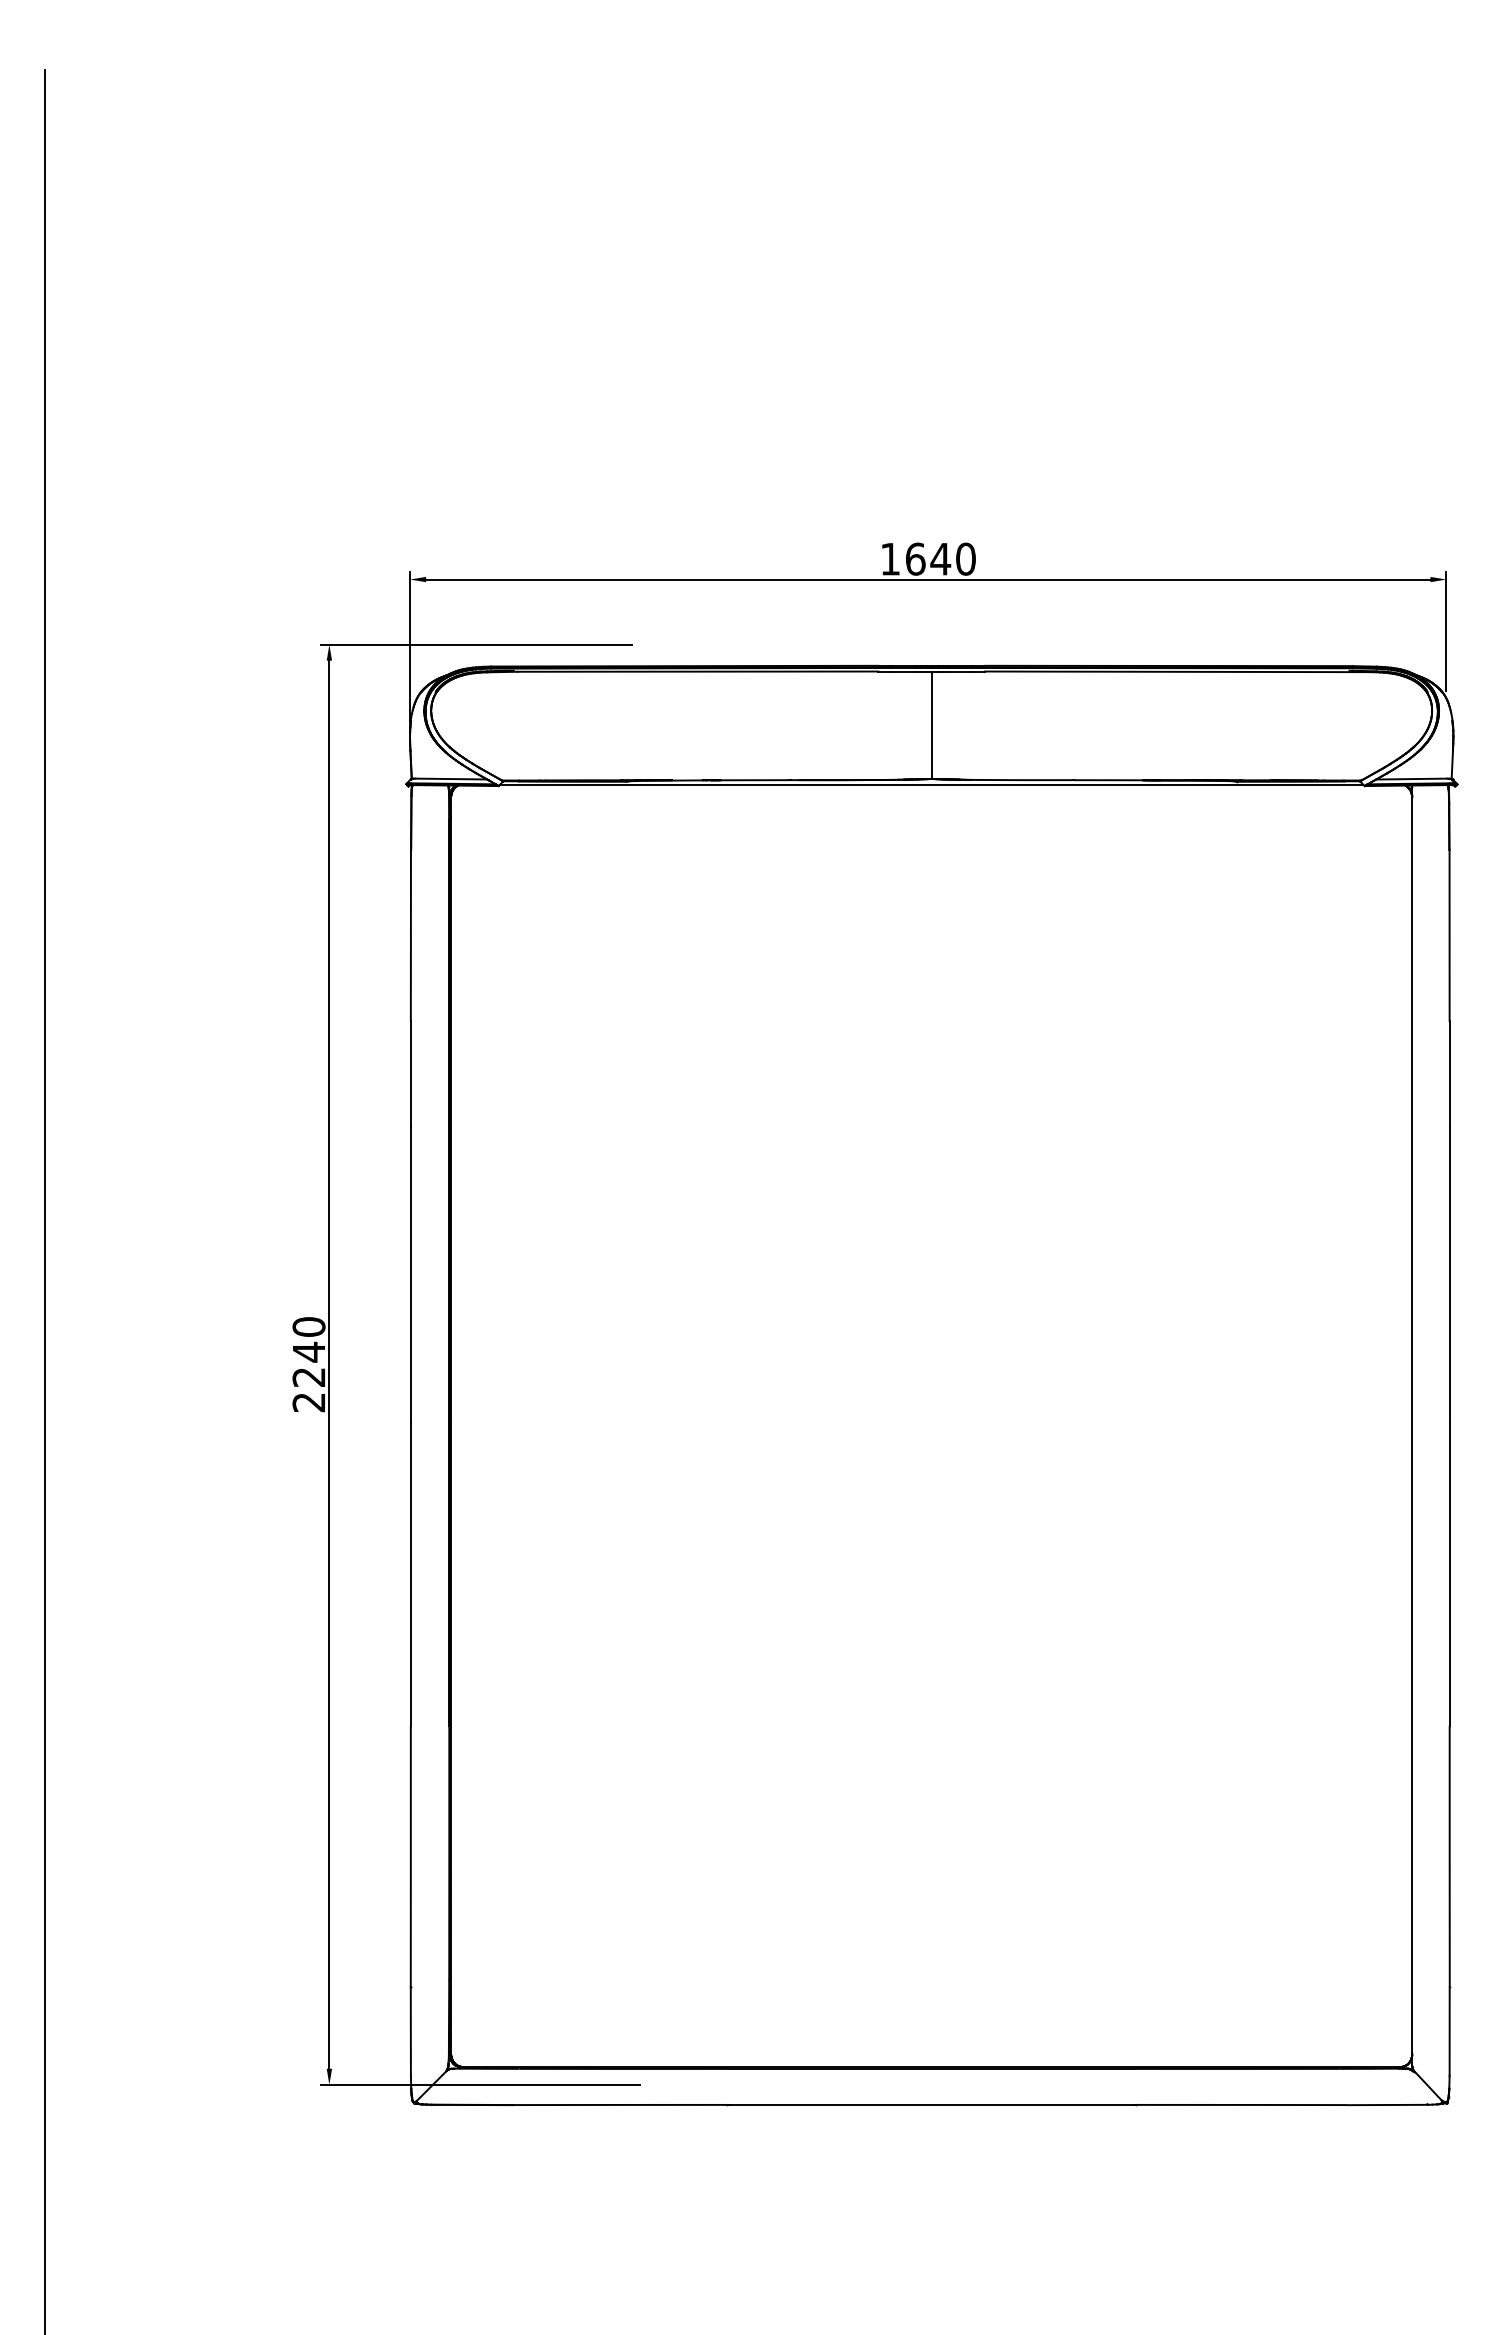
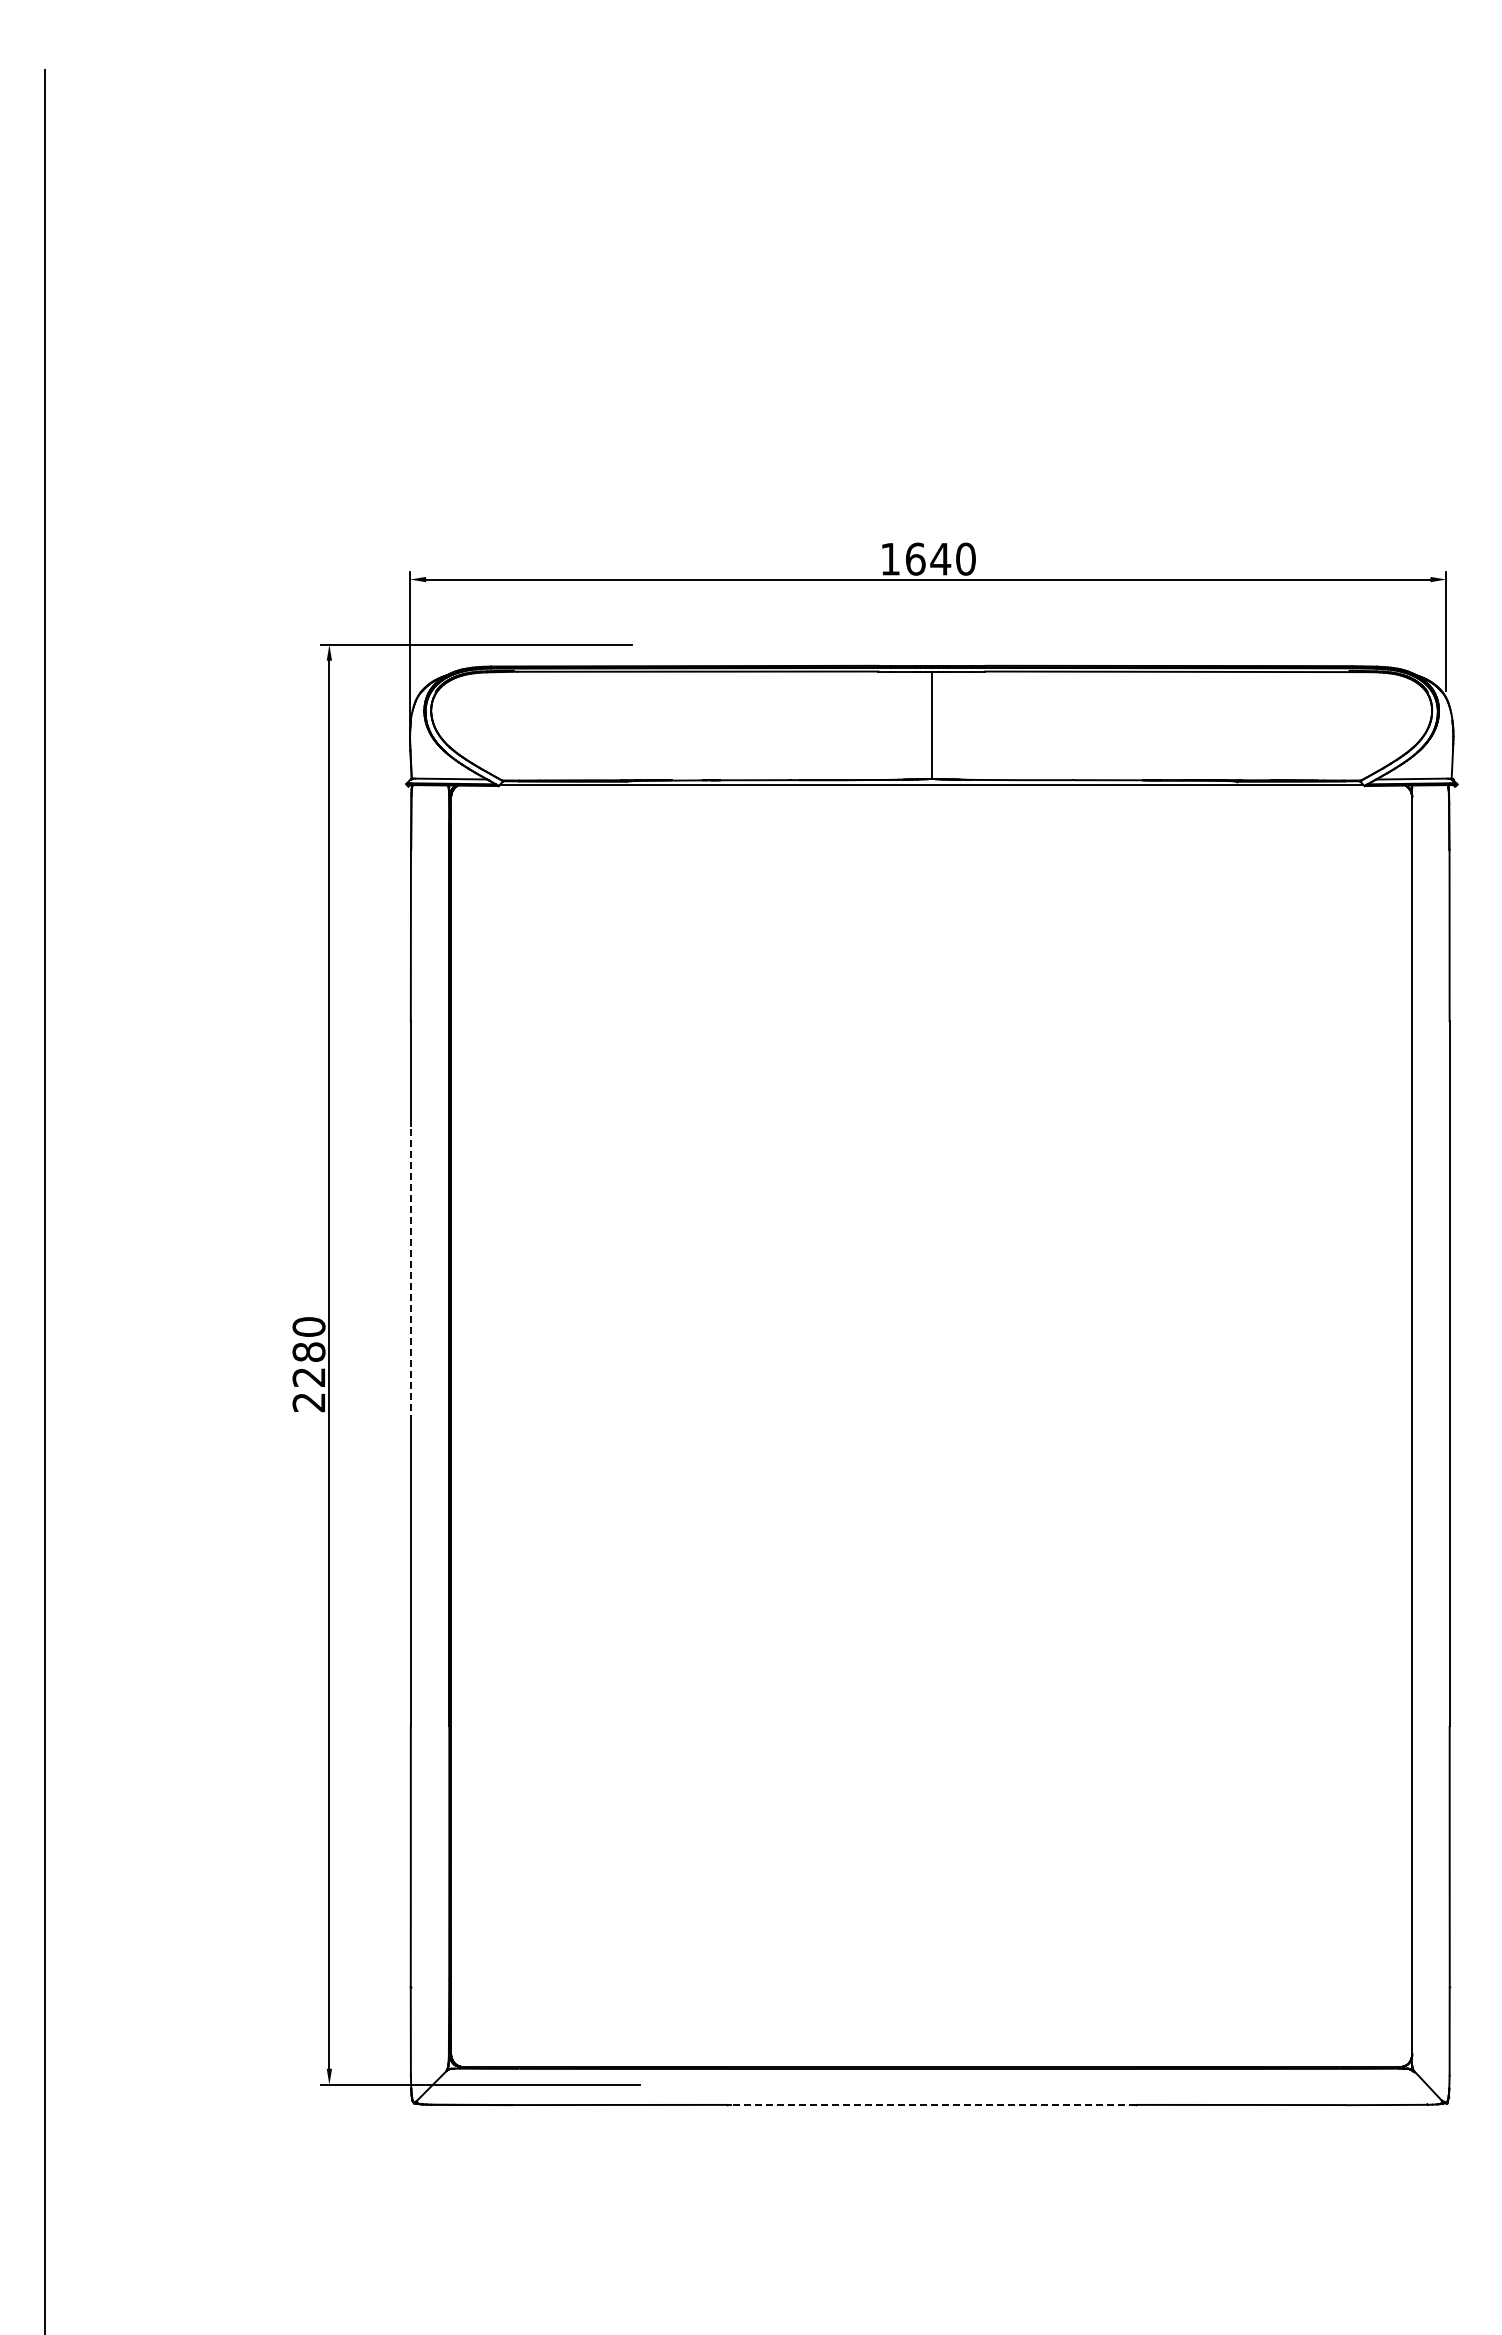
line at (410, 1273): solid -> dashed
text at (308, 1351): 2240 -> 2280
line at (930, 2104): solid -> dashed
